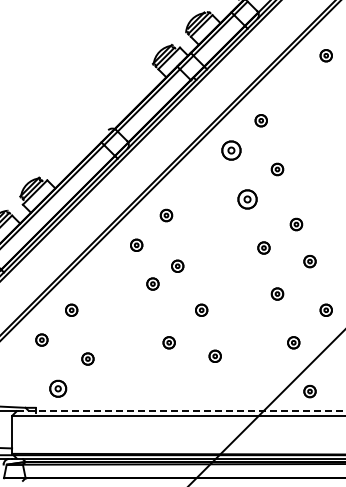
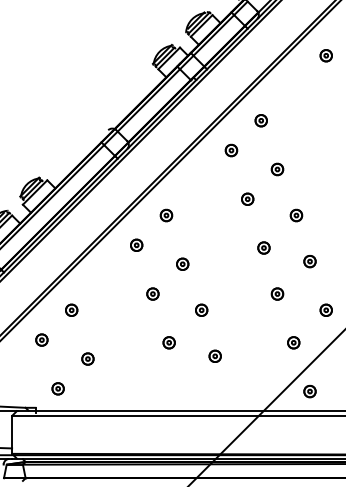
part at (231, 150) size: 21x21 px -> 15x15 px
part at (247, 199) size: 21x21 px -> 14x14 px
part at (296, 224) position: (296, 224) -> (296, 215)
part at (177, 265) position: (177, 265) -> (182, 263)
part at (152, 283) position: (152, 283) -> (152, 293)
part at (58, 388) size: 19x19 px -> 14x14 px
line at (181, 410): dashed -> solid
